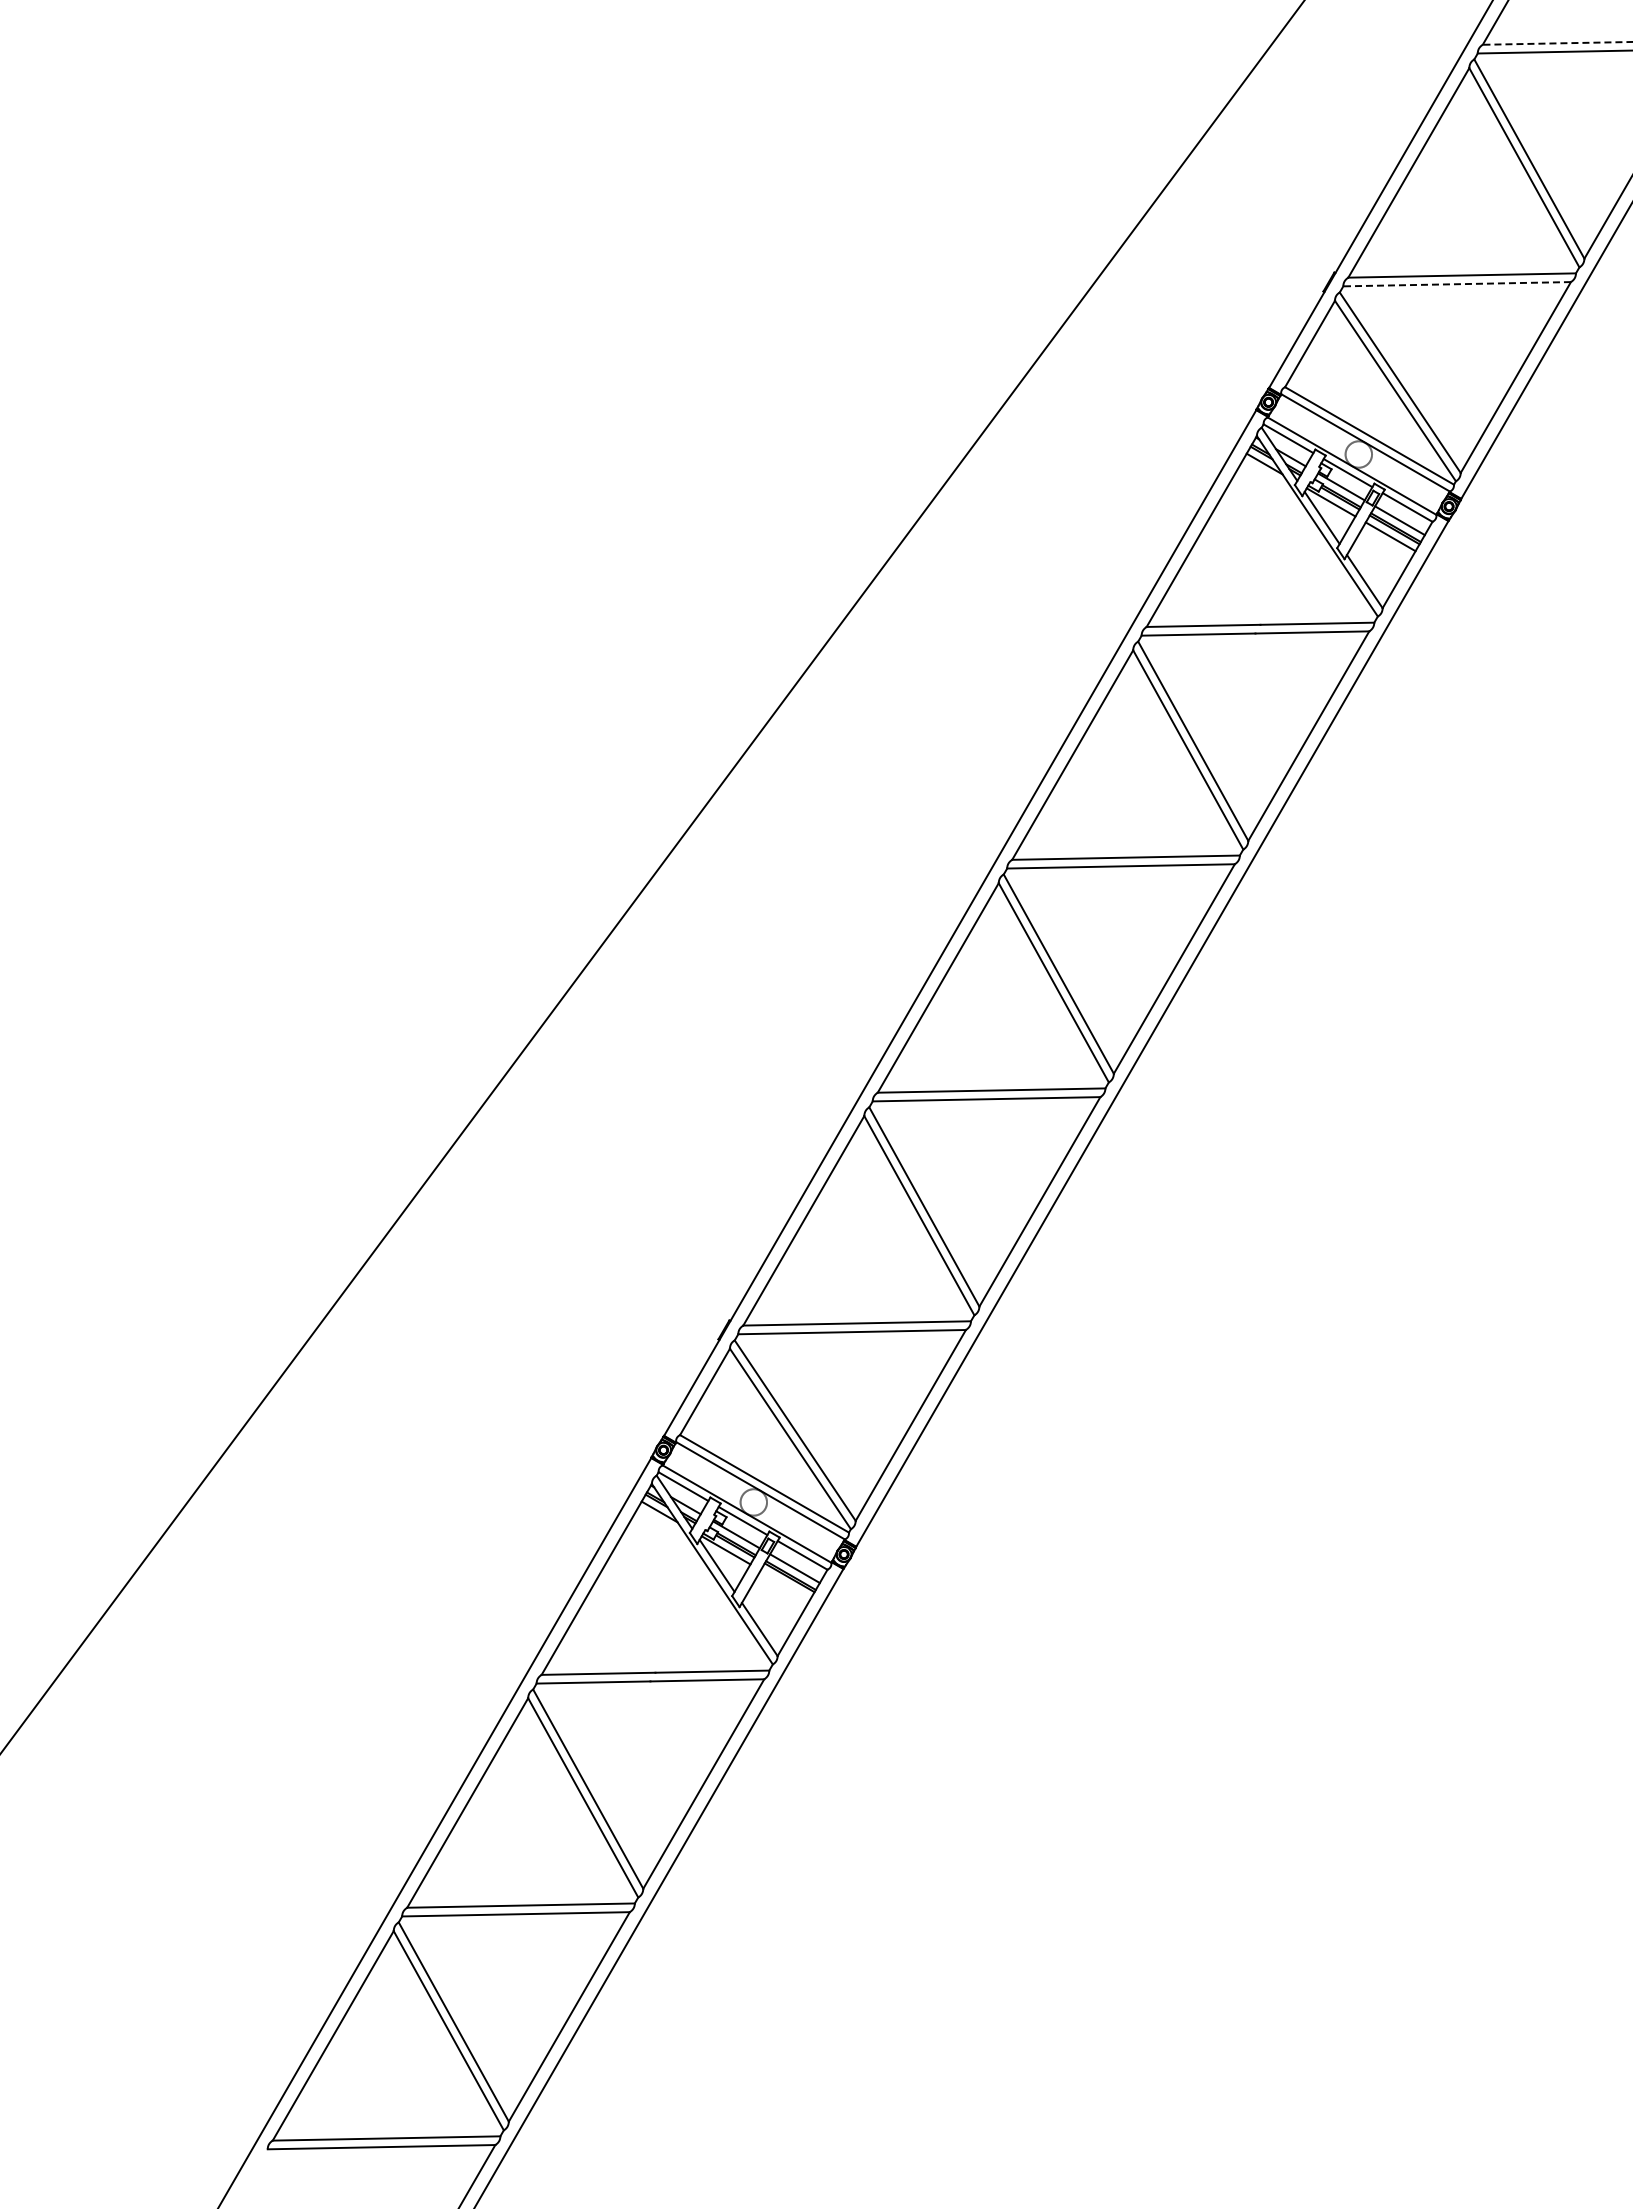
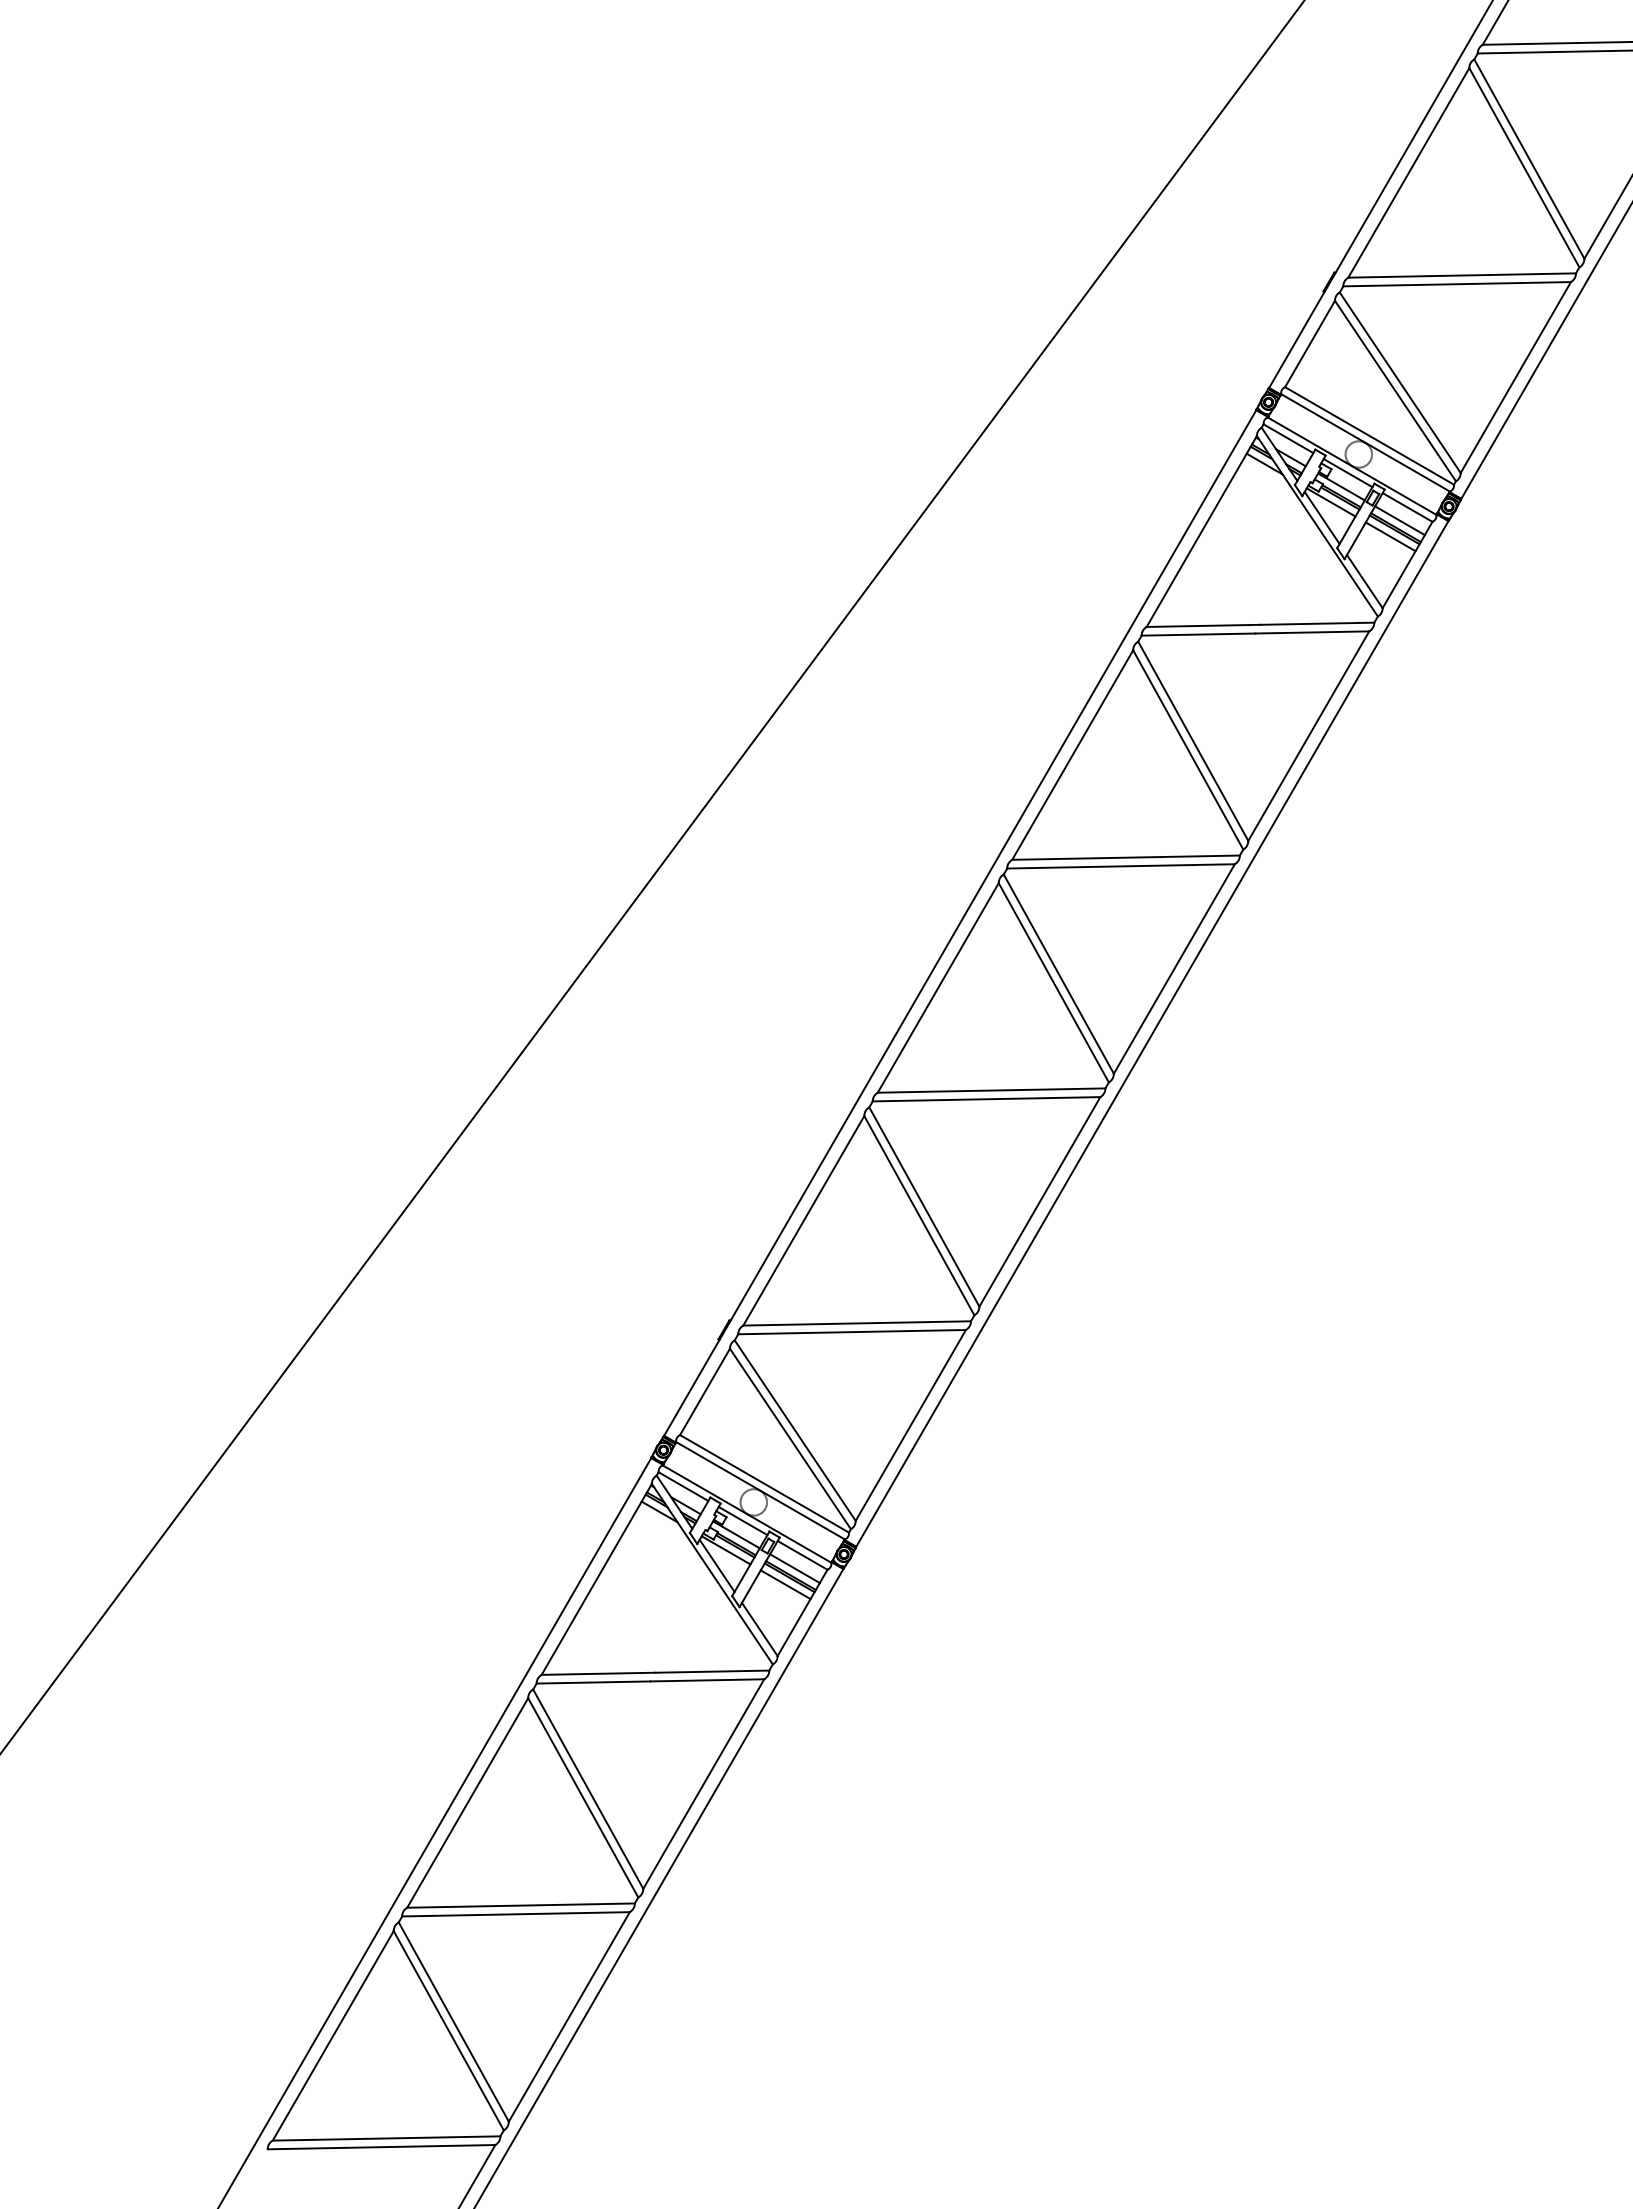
line at (1557, 43): dashed -> solid
line at (1457, 284): dashed -> solid
line at (785, 1584): none -> present
